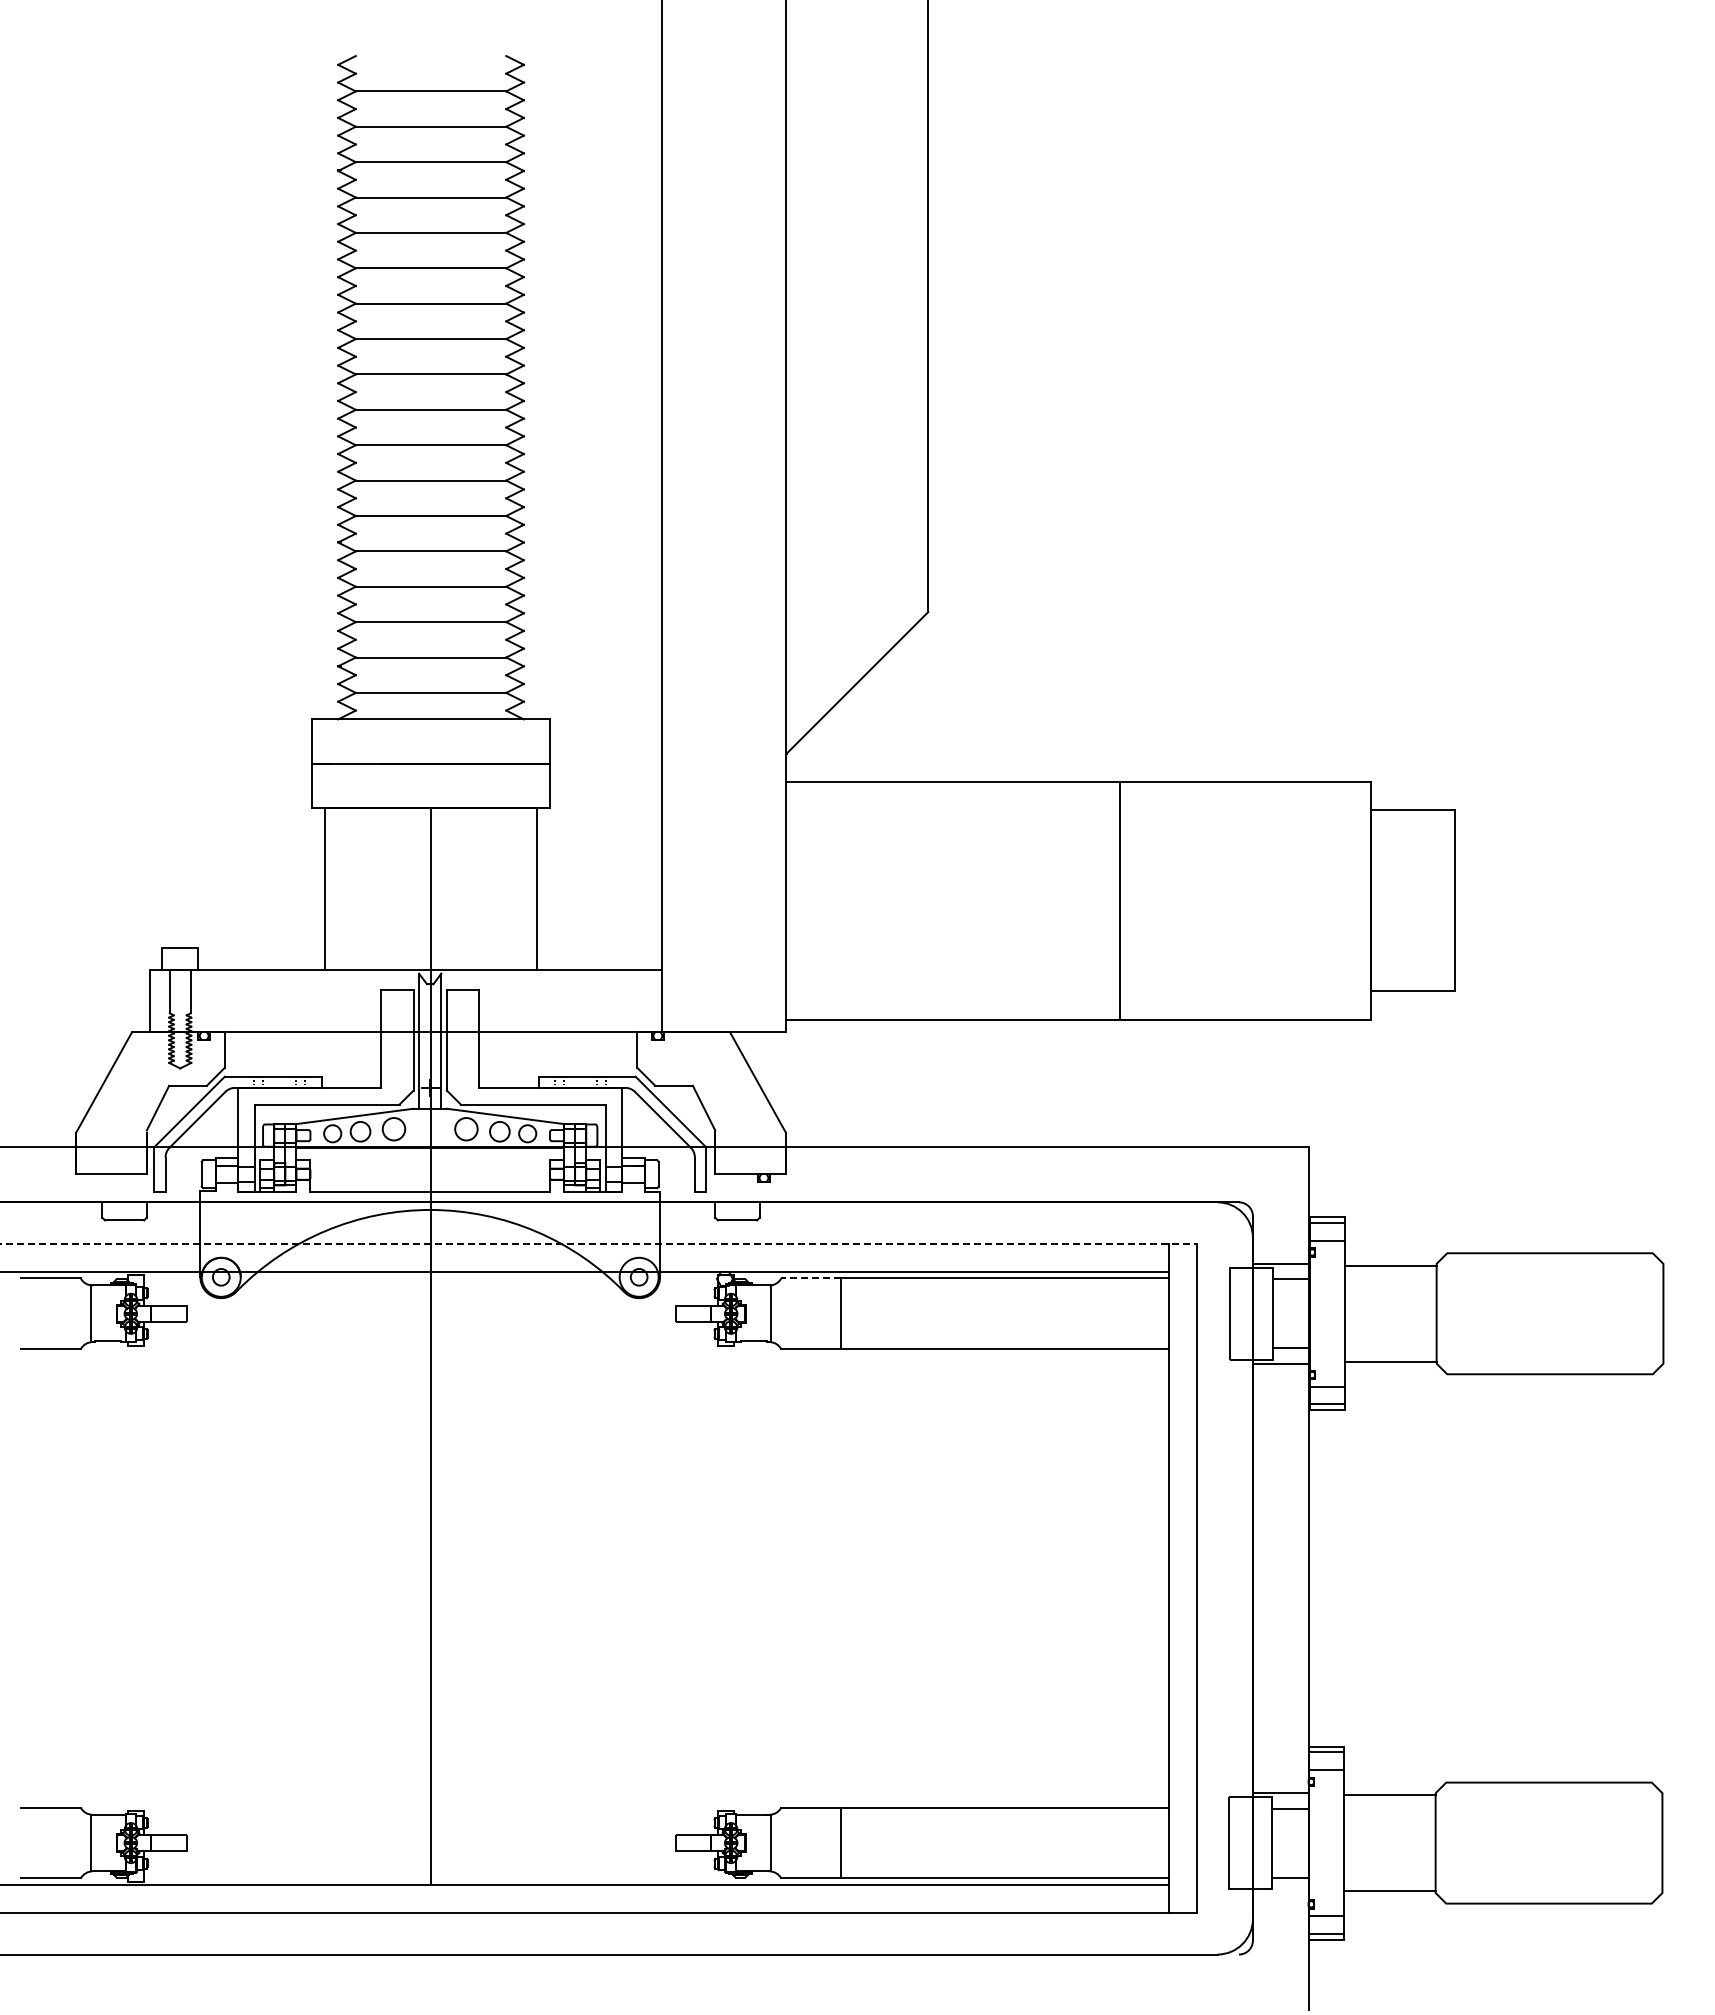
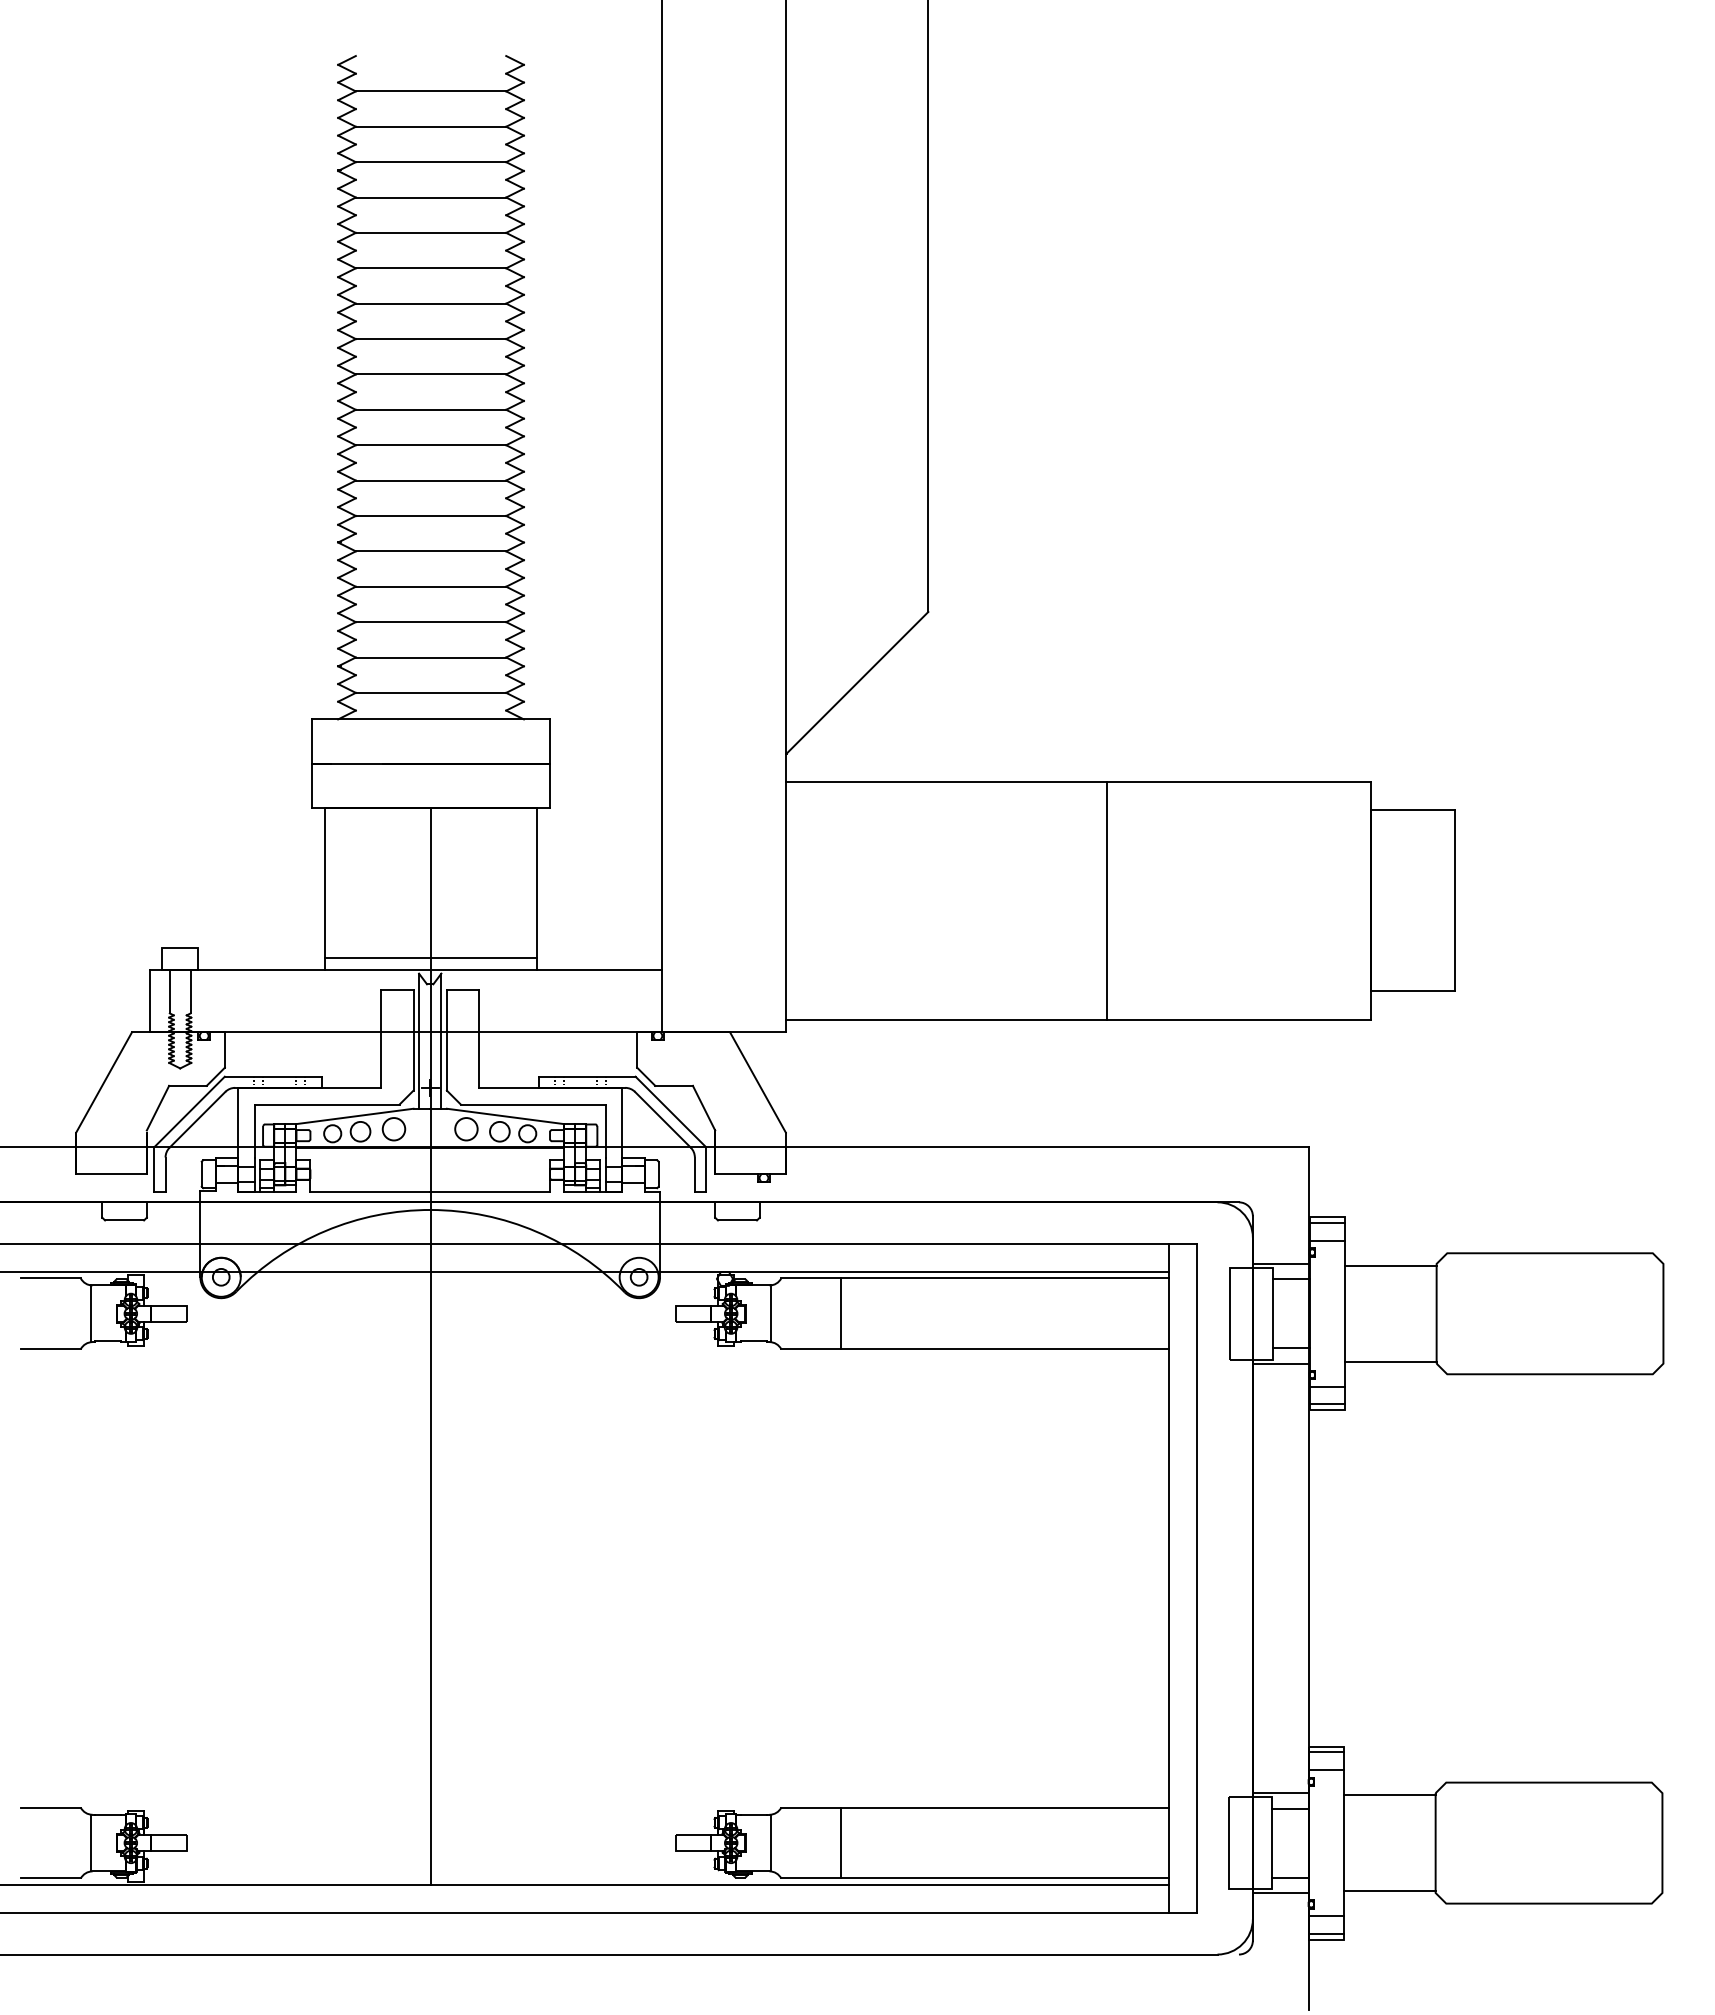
line at (1119, 900) position: (1119, 900) -> (1106, 900)
line at (430, 957): none -> present
line at (599, 1244): dashed -> solid
line at (811, 1278): dashed -> solid
line at (1280, 1893): none -> present
